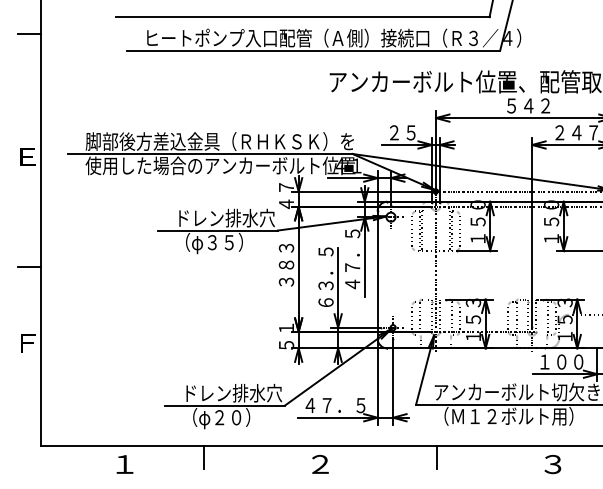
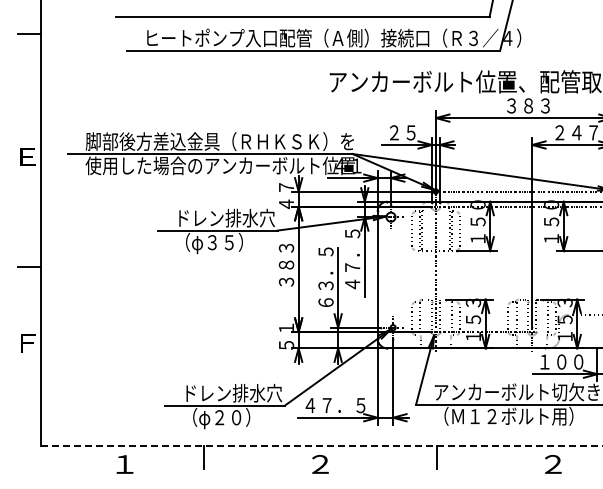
text at (528, 105): ５４２ -> ３８３
line at (322, 445): solid -> dashed
text at (552, 464): ３ -> ２
